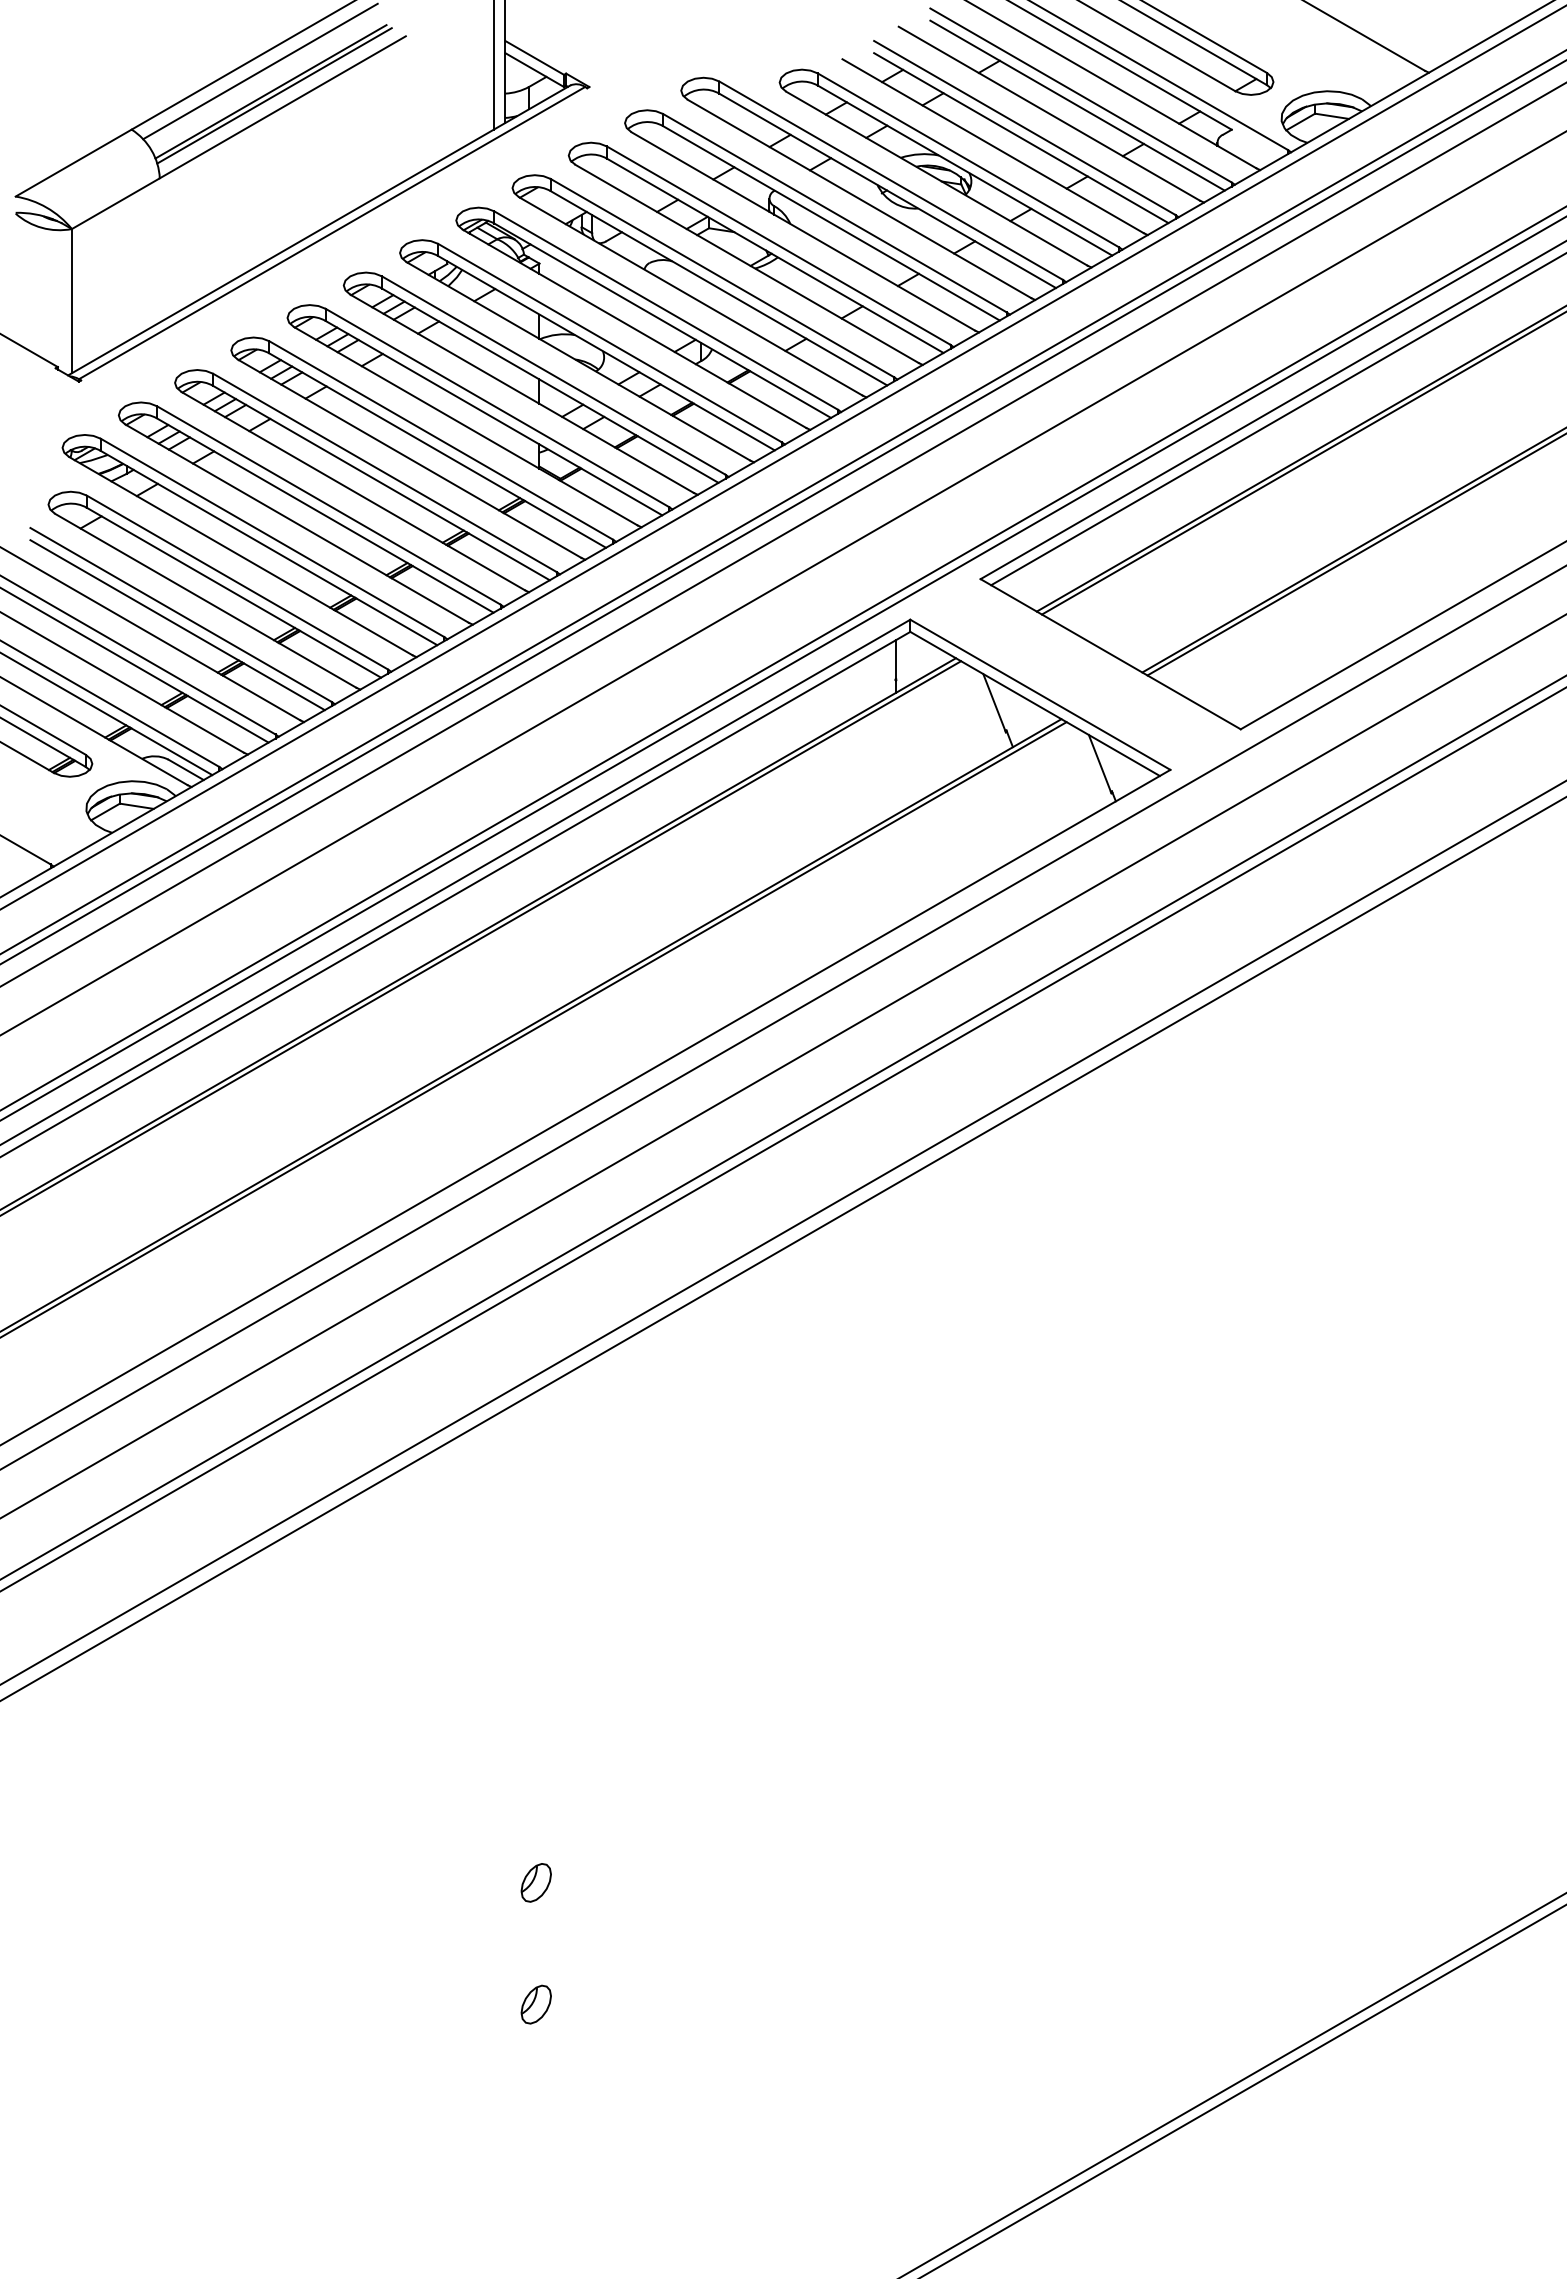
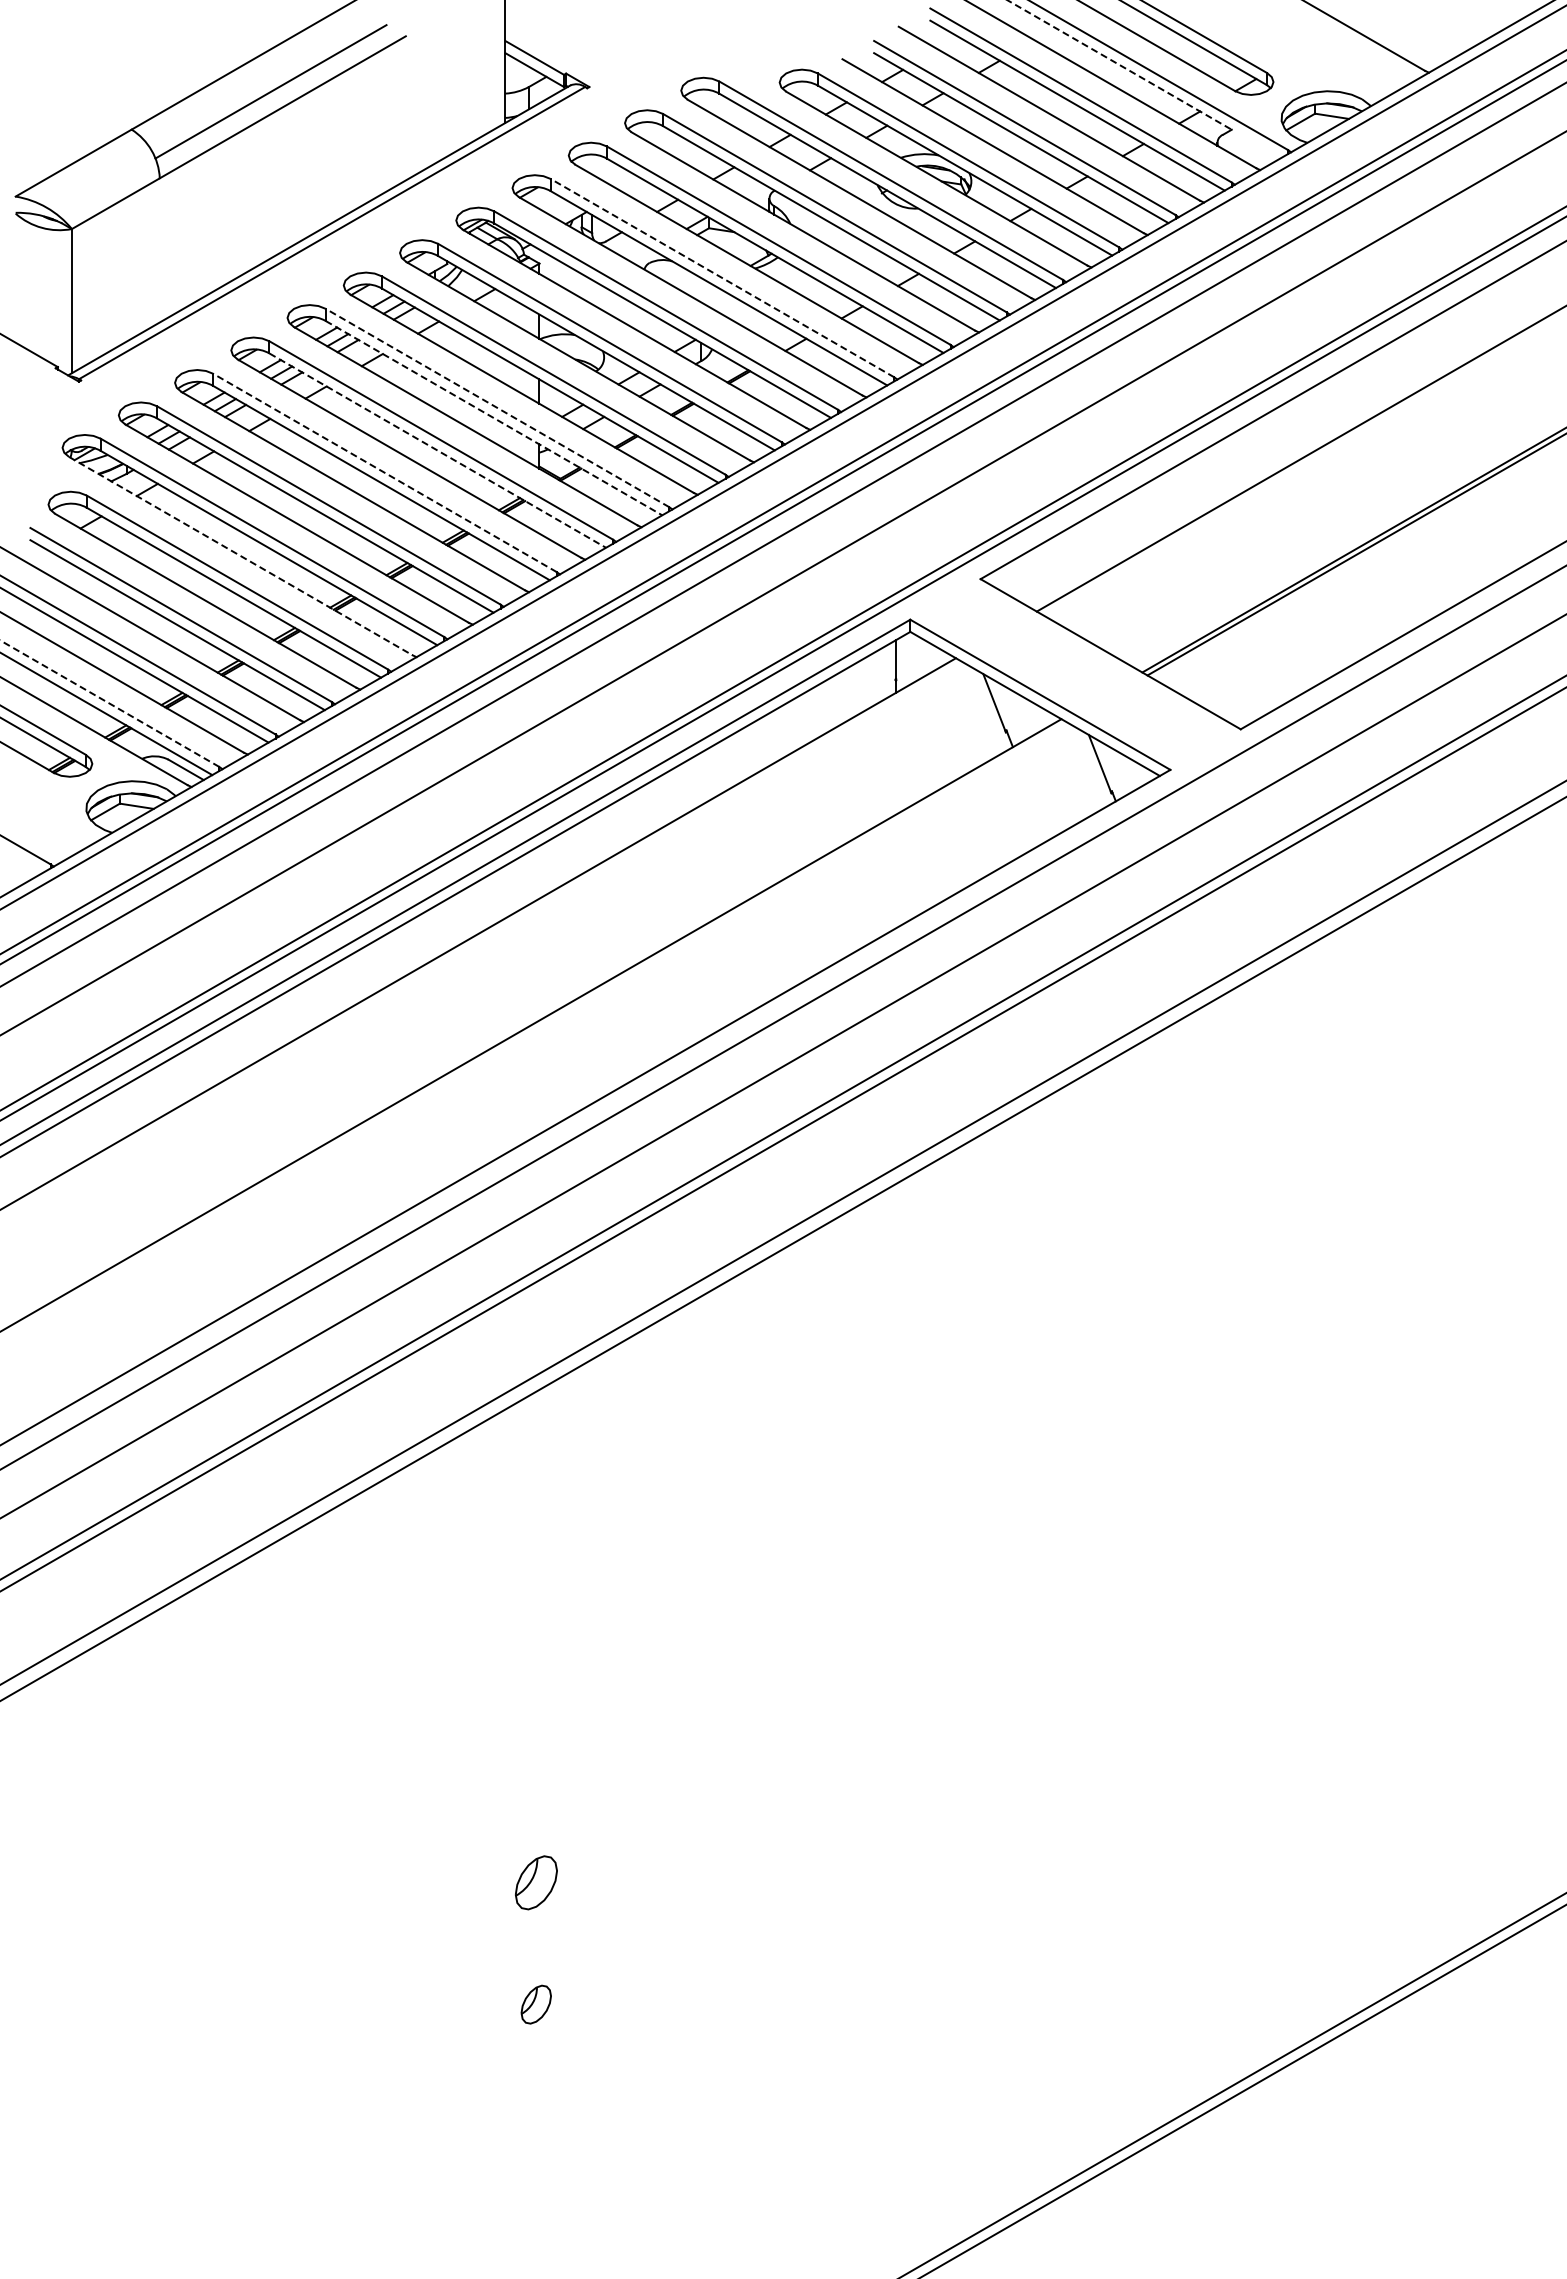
line at (1119, 64): solid -> dashed
line at (493, 65): present -> none
line at (260, 71): present -> none
line at (274, 95): present -> none
line at (722, 277): solid -> dashed
line at (497, 407): solid -> dashed
line at (494, 418): solid -> dashed
line at (1277, 419): present -> none
line at (438, 450): solid -> dashed
line at (1302, 463): present -> none
line at (384, 472): solid -> dashed
line at (241, 556): solid -> dashed
line at (109, 703): solid -> dashed
line at (481, 937): present -> none
line at (534, 1029): present -> none
part at (535, 1882) size: 32x40 px -> 43x56 px
